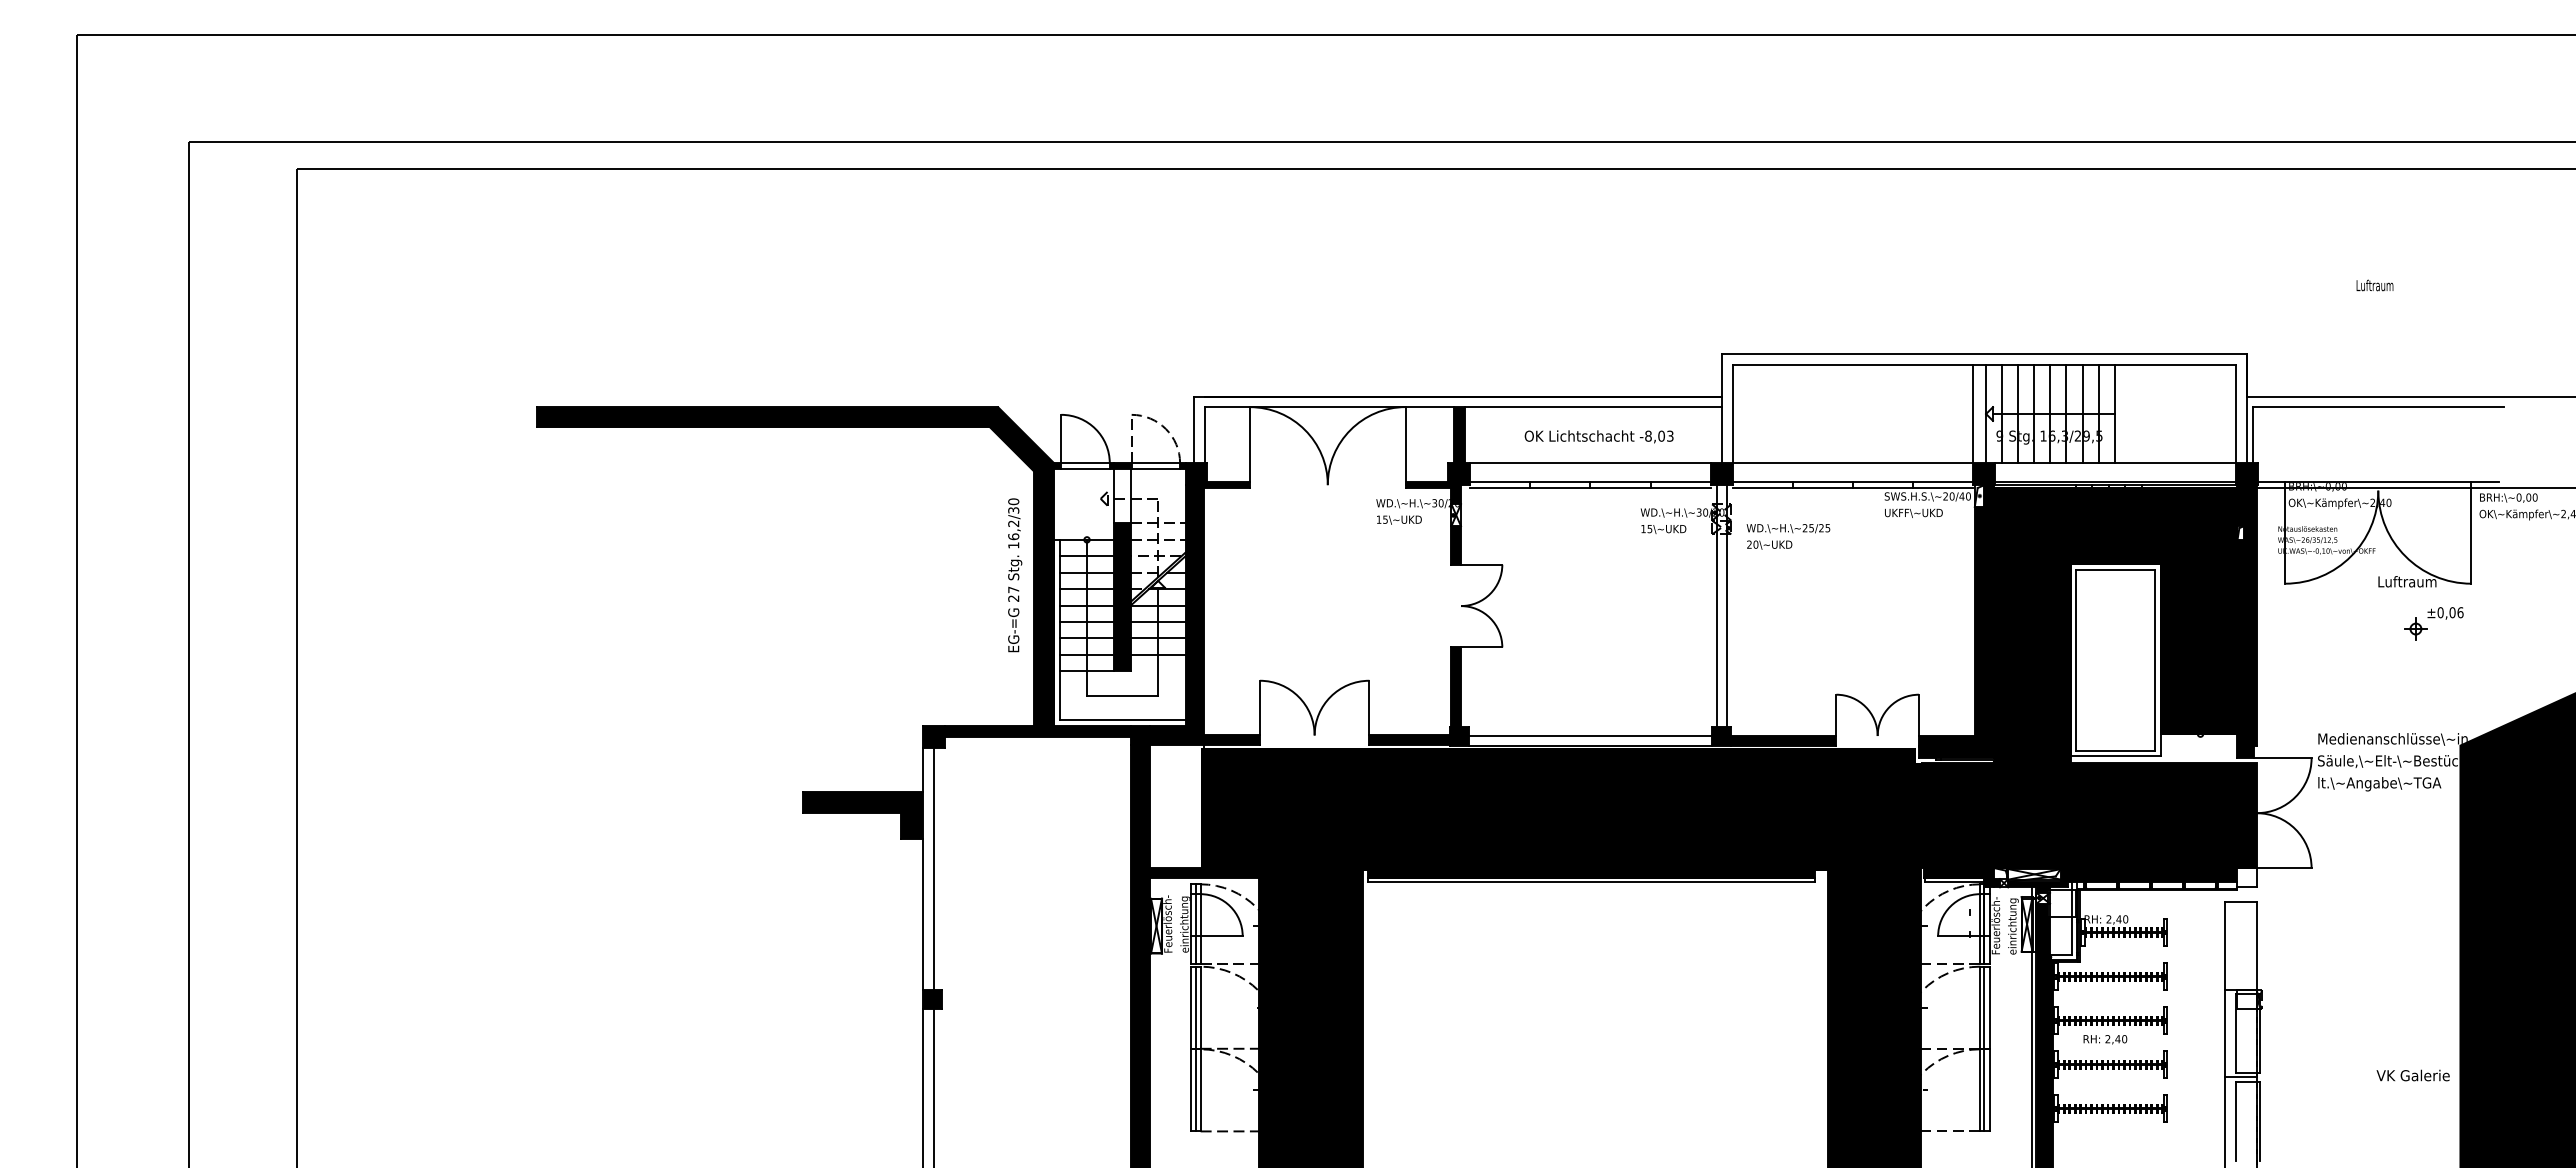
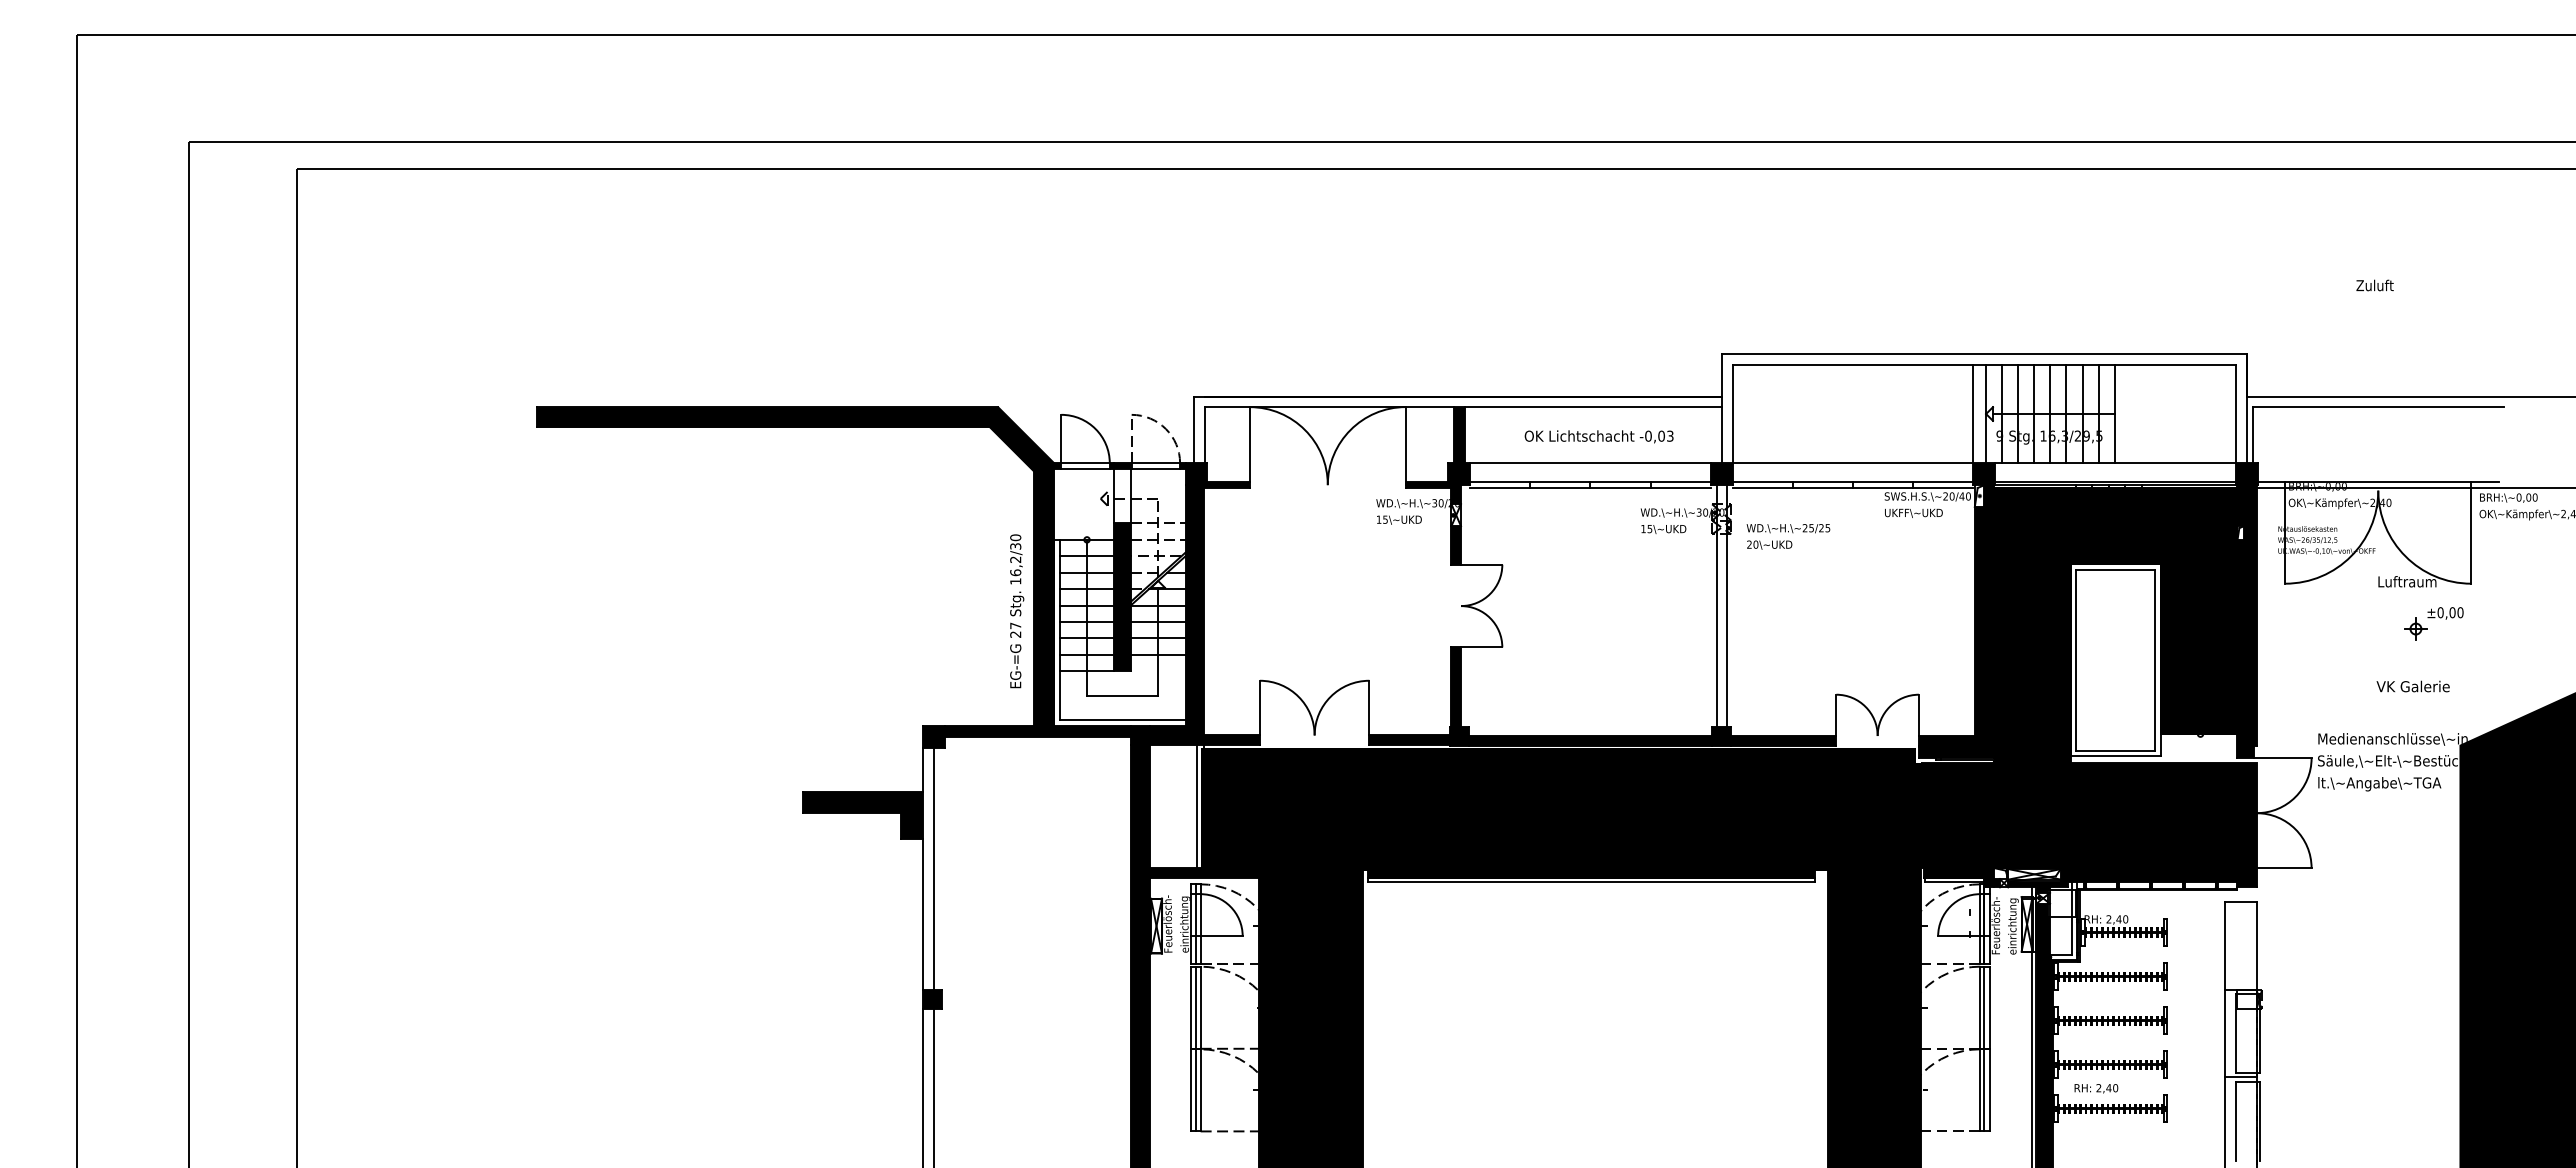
text at (2374, 285): Luftraum -> Zuluft
text at (1648, 436): -8,03 -> -0,03
text at (1015, 575) position: (1015, 575) -> (1017, 611)
text at (2460, 612): ±0,06 -> ±0,00
fill at (1590, 740): none -> present
line at (1197, 806): none -> present
fill at (2246, 877): none -> present
text at (2105, 1039) position: (2105, 1039) -> (2096, 1088)
text at (2412, 1075) position: (2412, 1075) -> (2412, 686)
